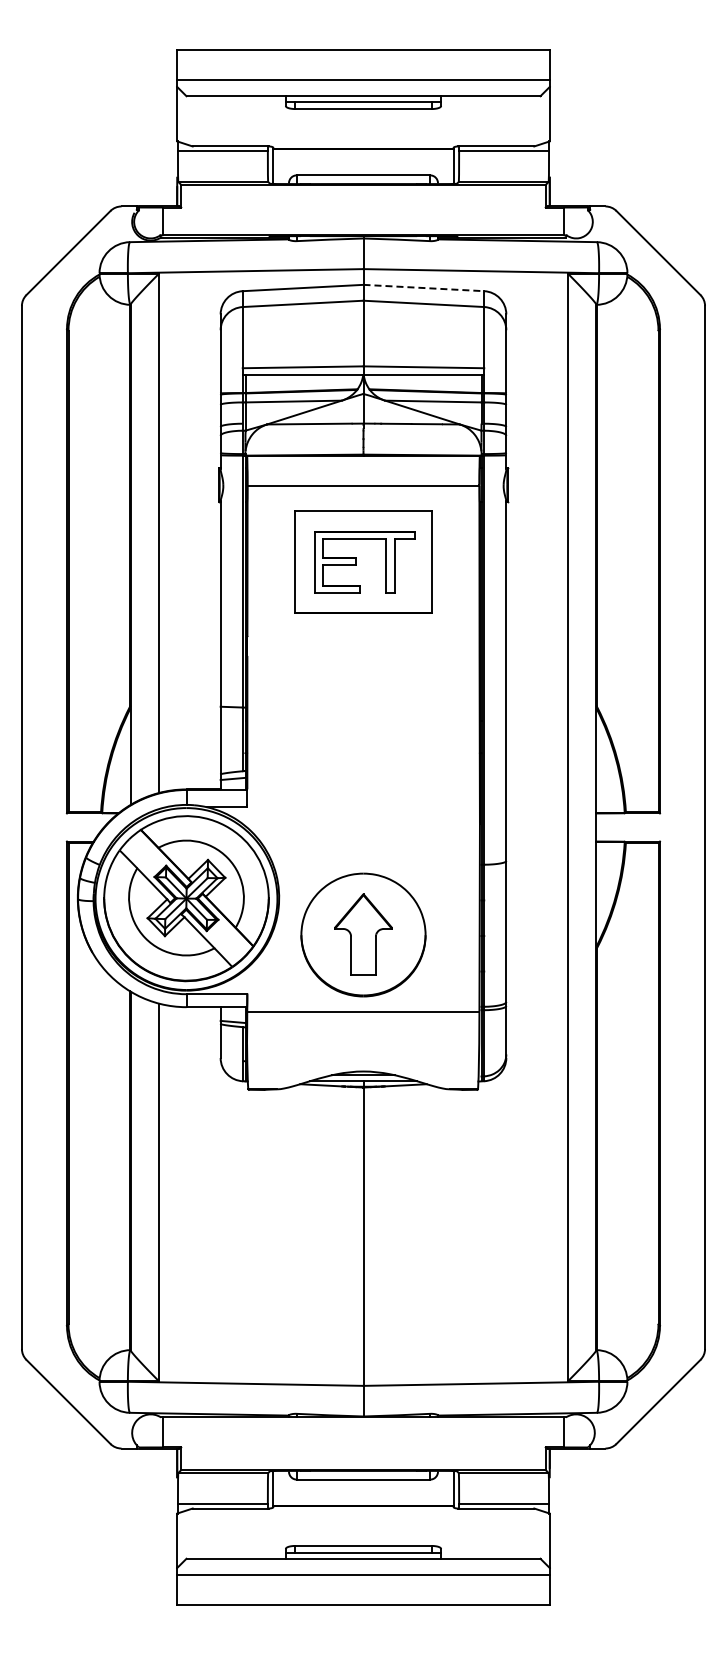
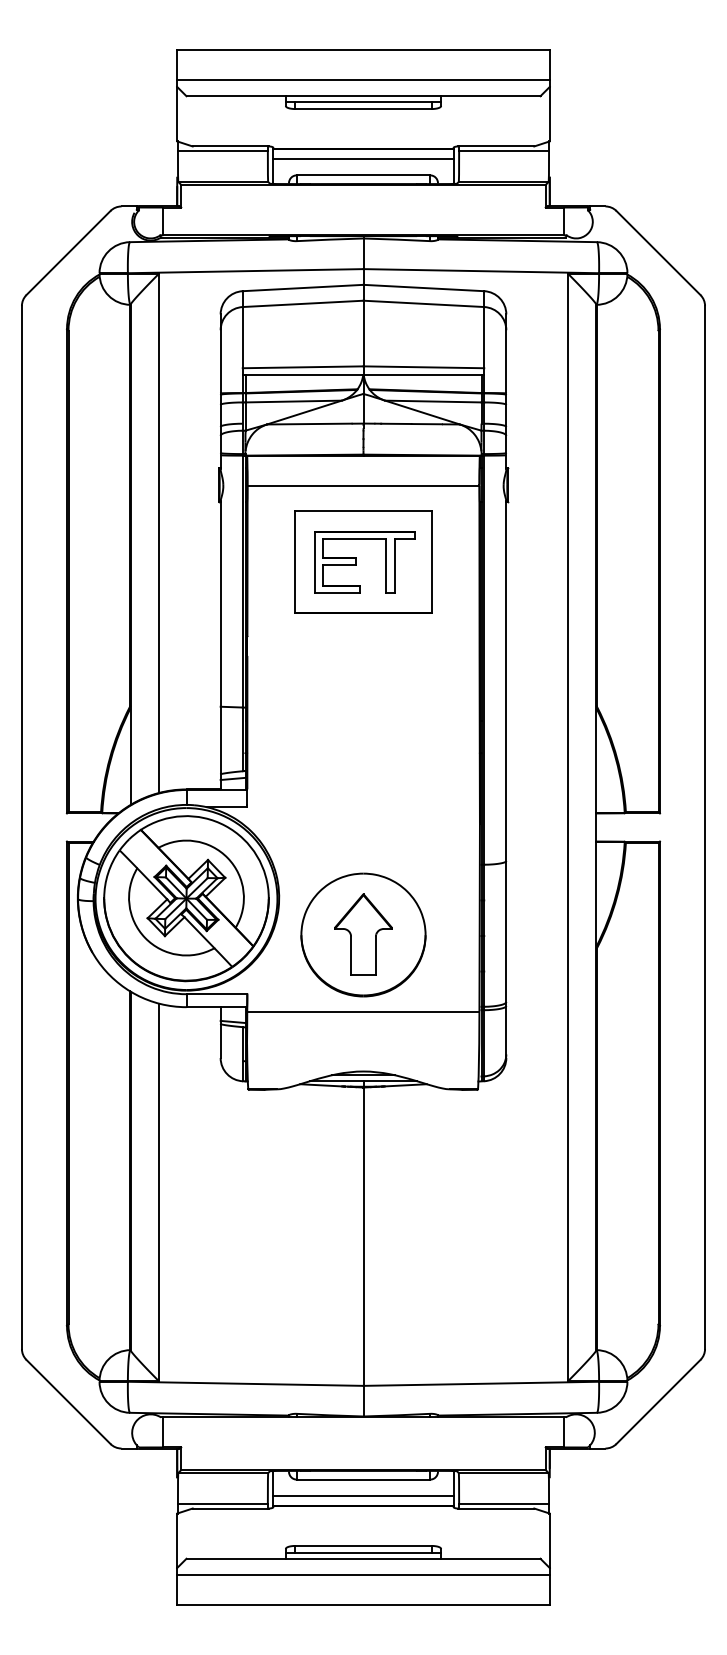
line at (363, 158): none -> present
line at (424, 288): dashed -> solid
line at (363, 1496): none -> present
